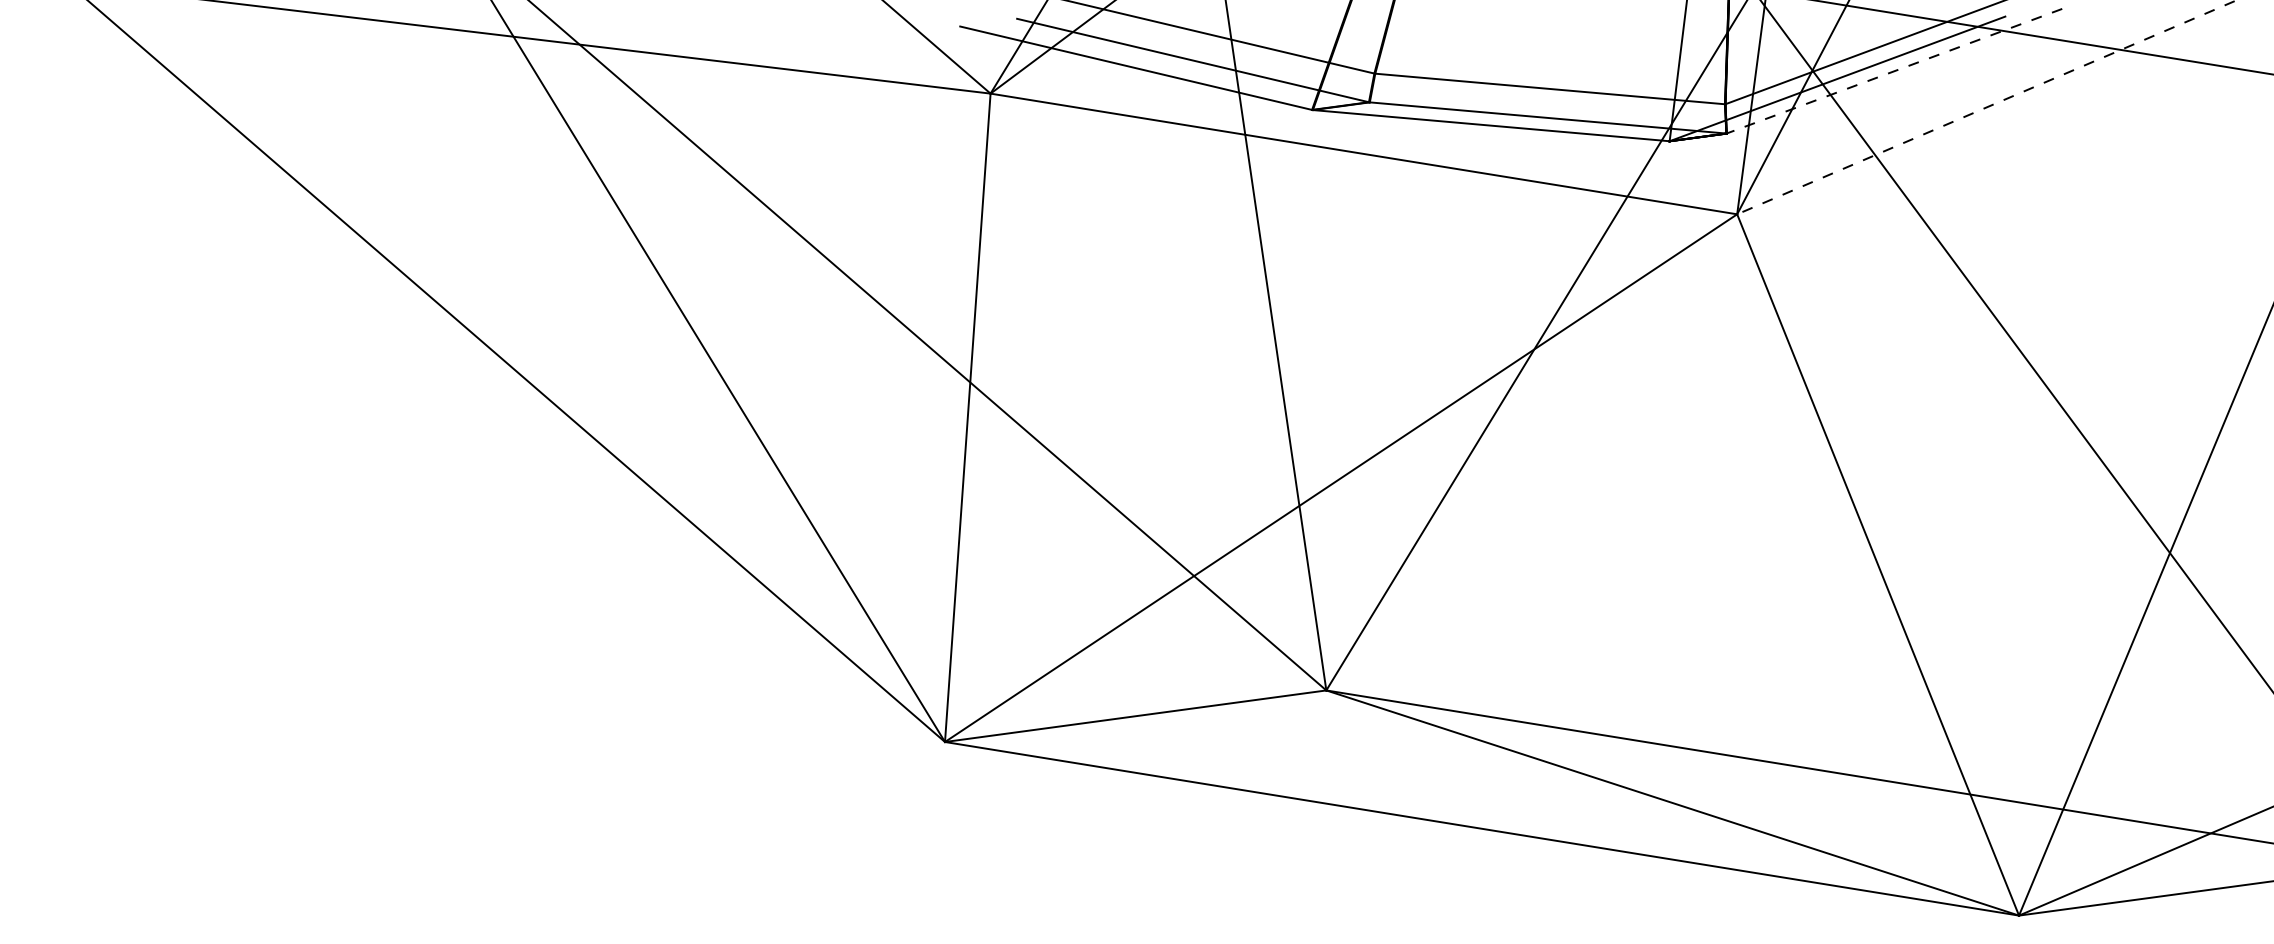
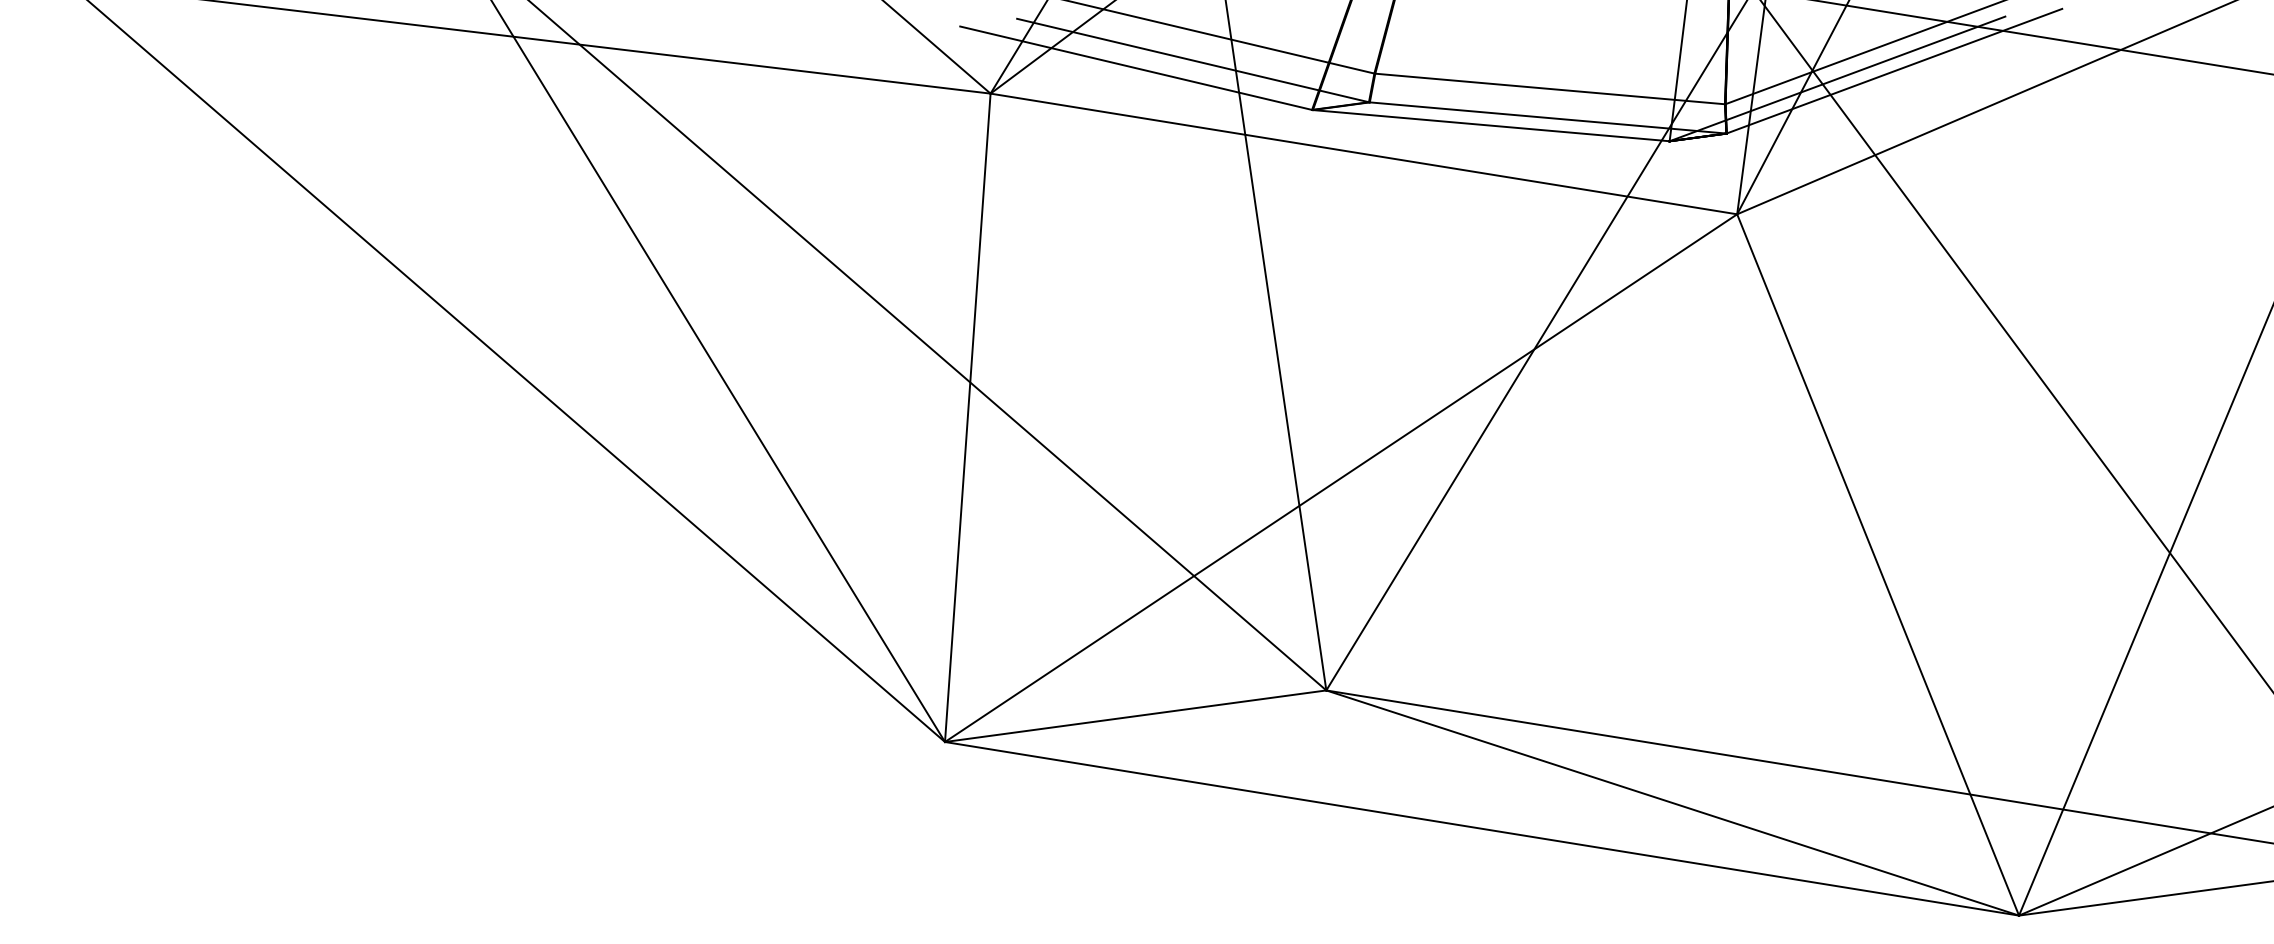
line at (1894, 71): dashed -> solid
line at (1987, 107): dashed -> solid
